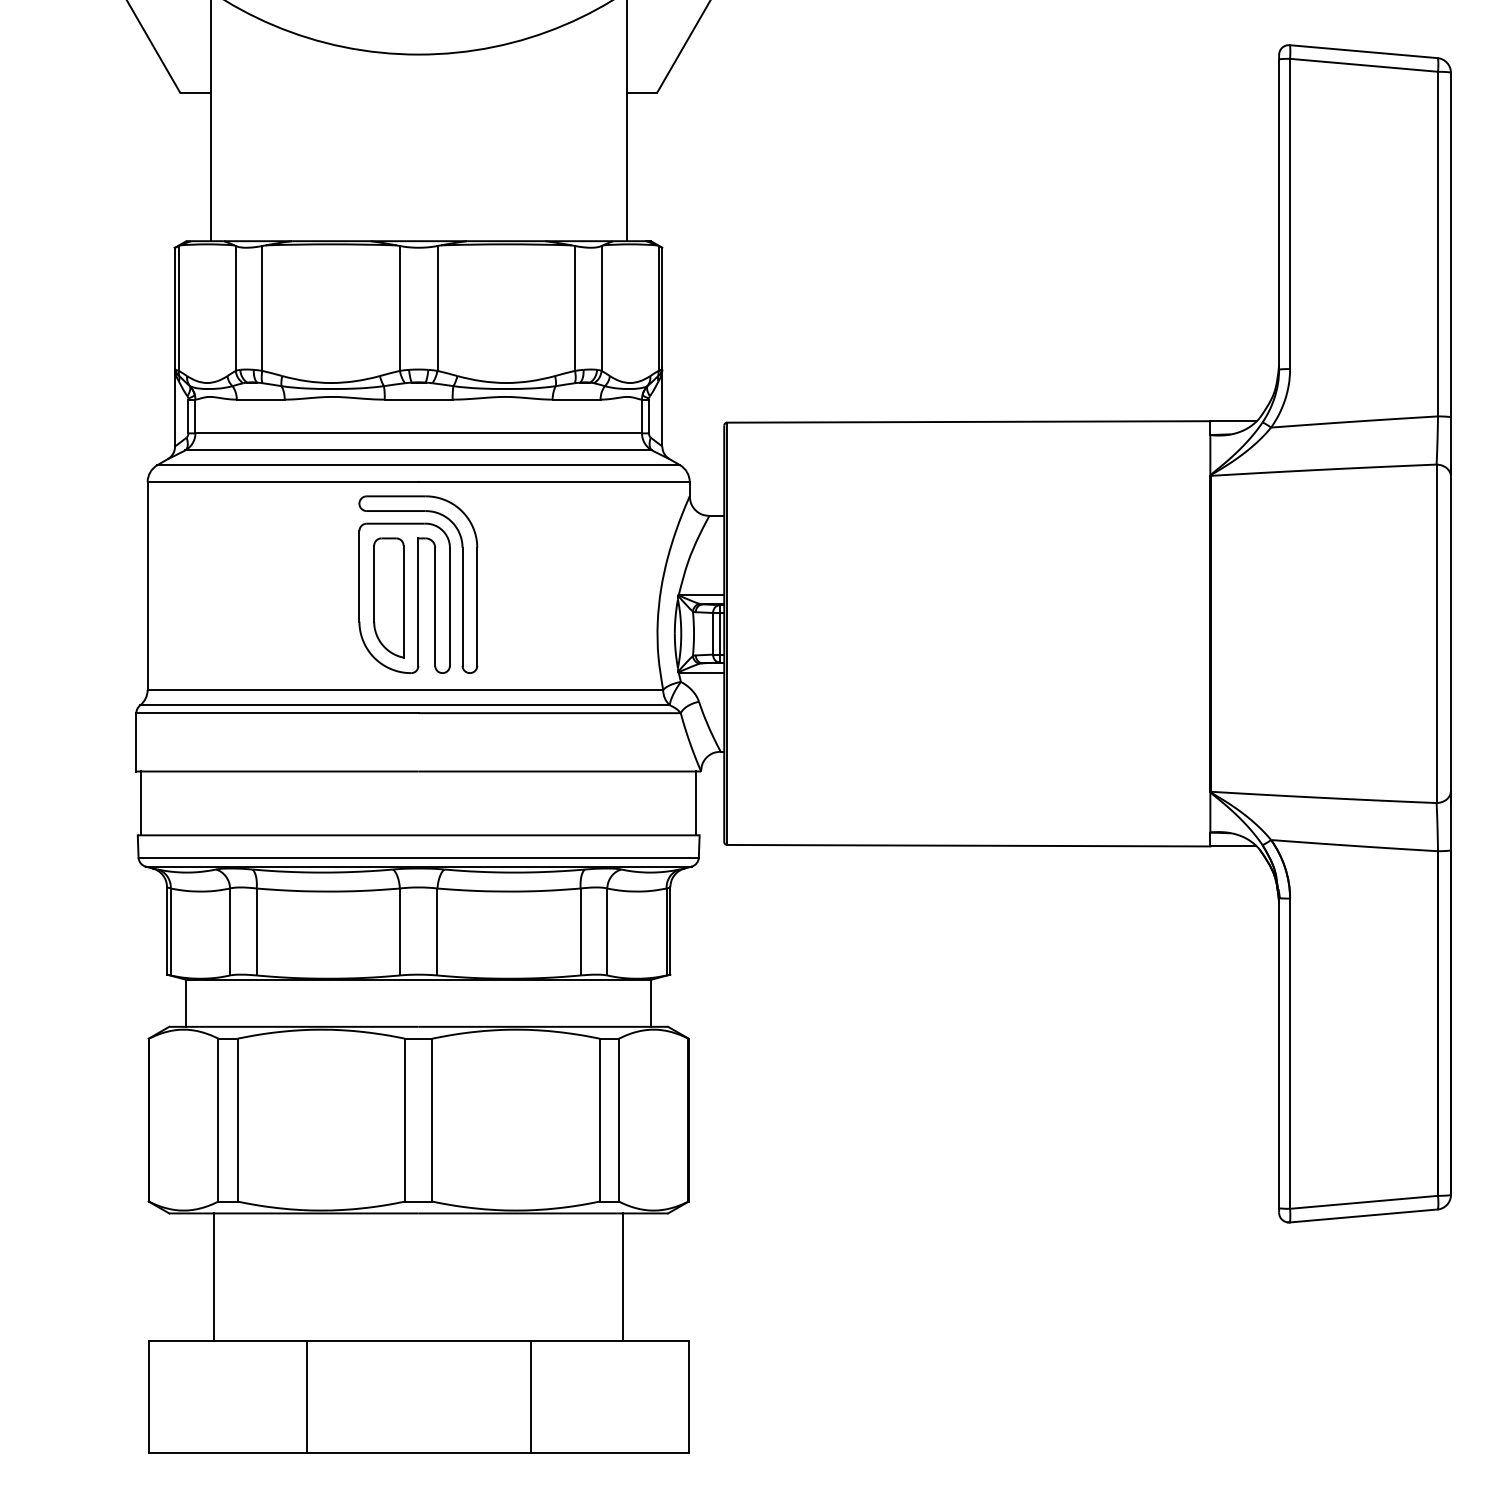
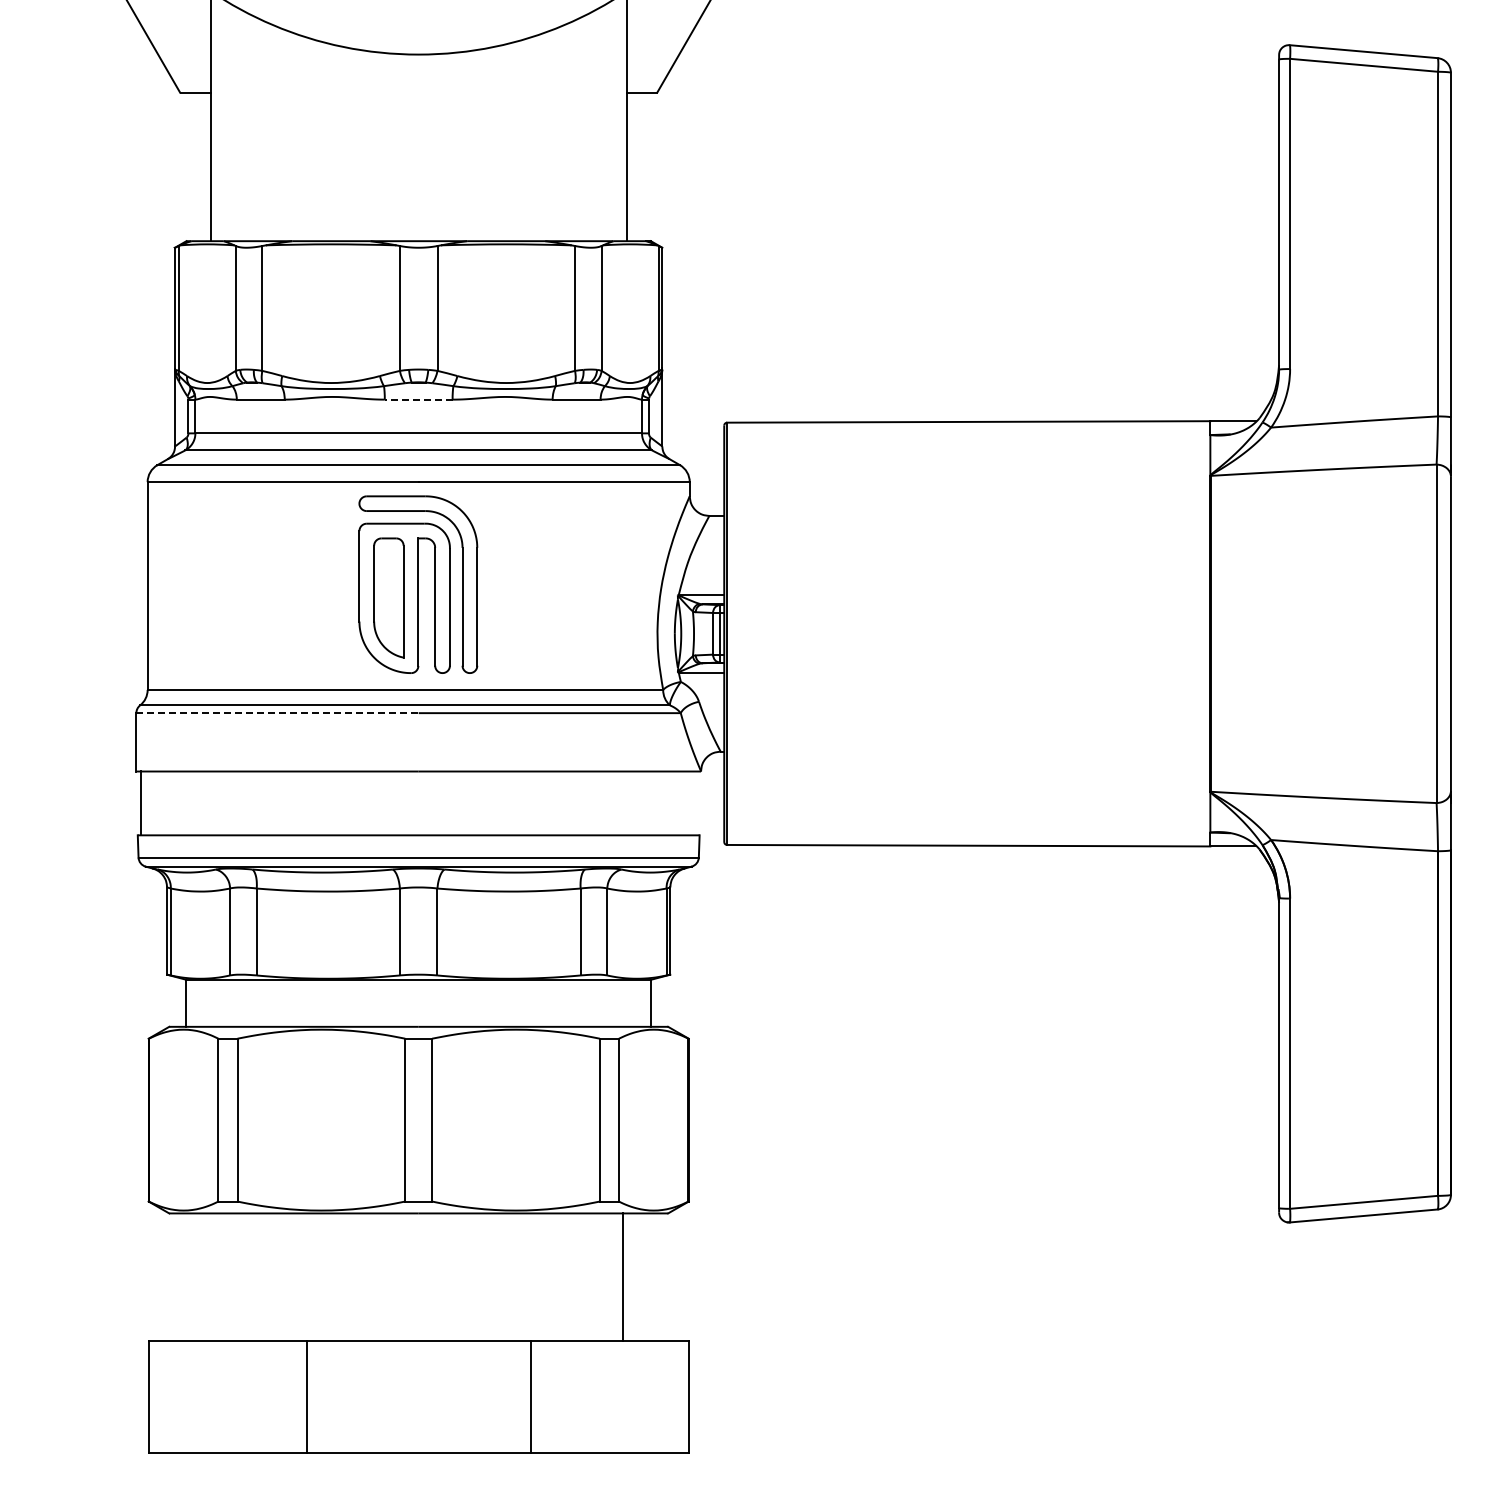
line at (418, 399): solid -> dashed
line at (278, 713): solid -> dashed
line at (696, 803): present -> none
line at (214, 1277): present -> none
